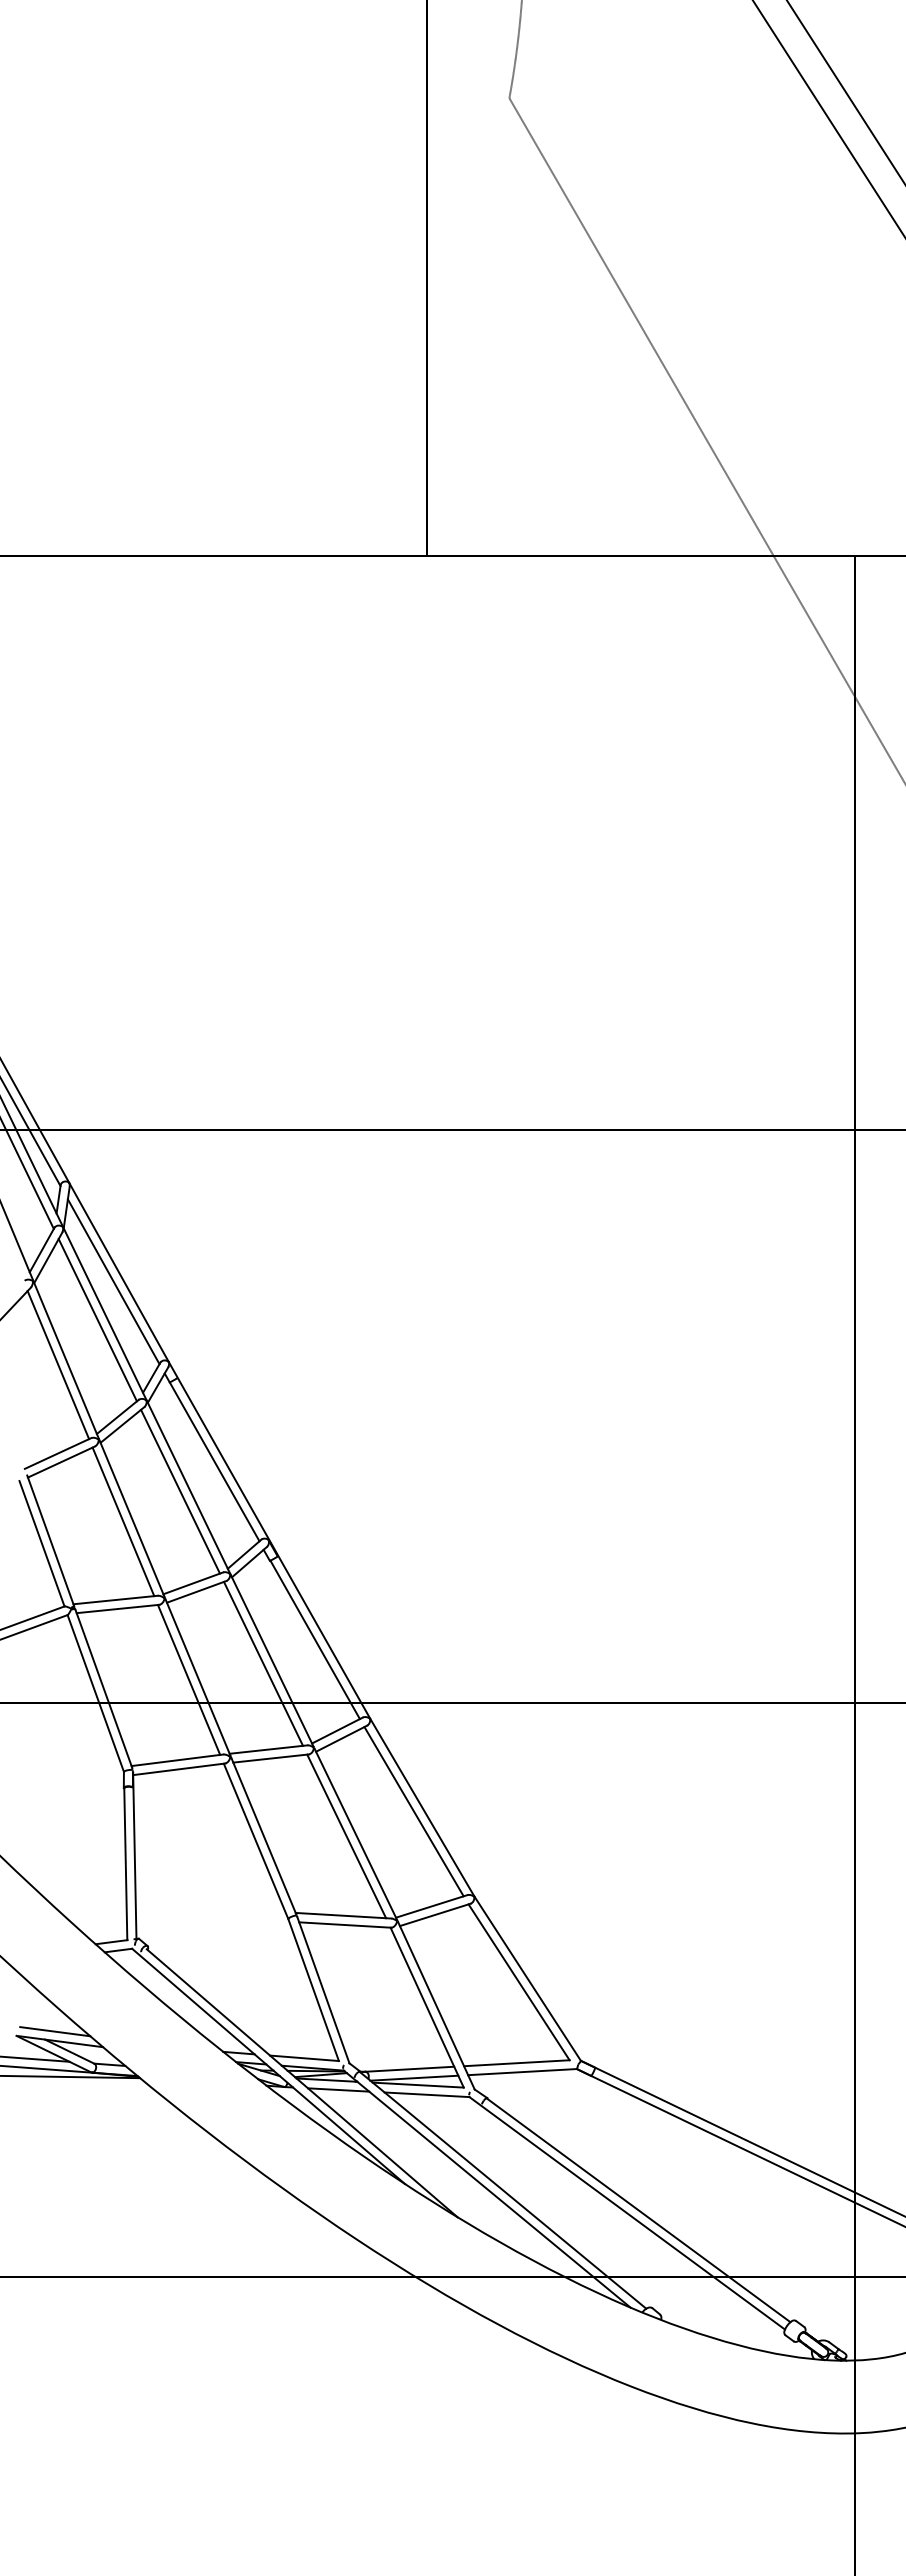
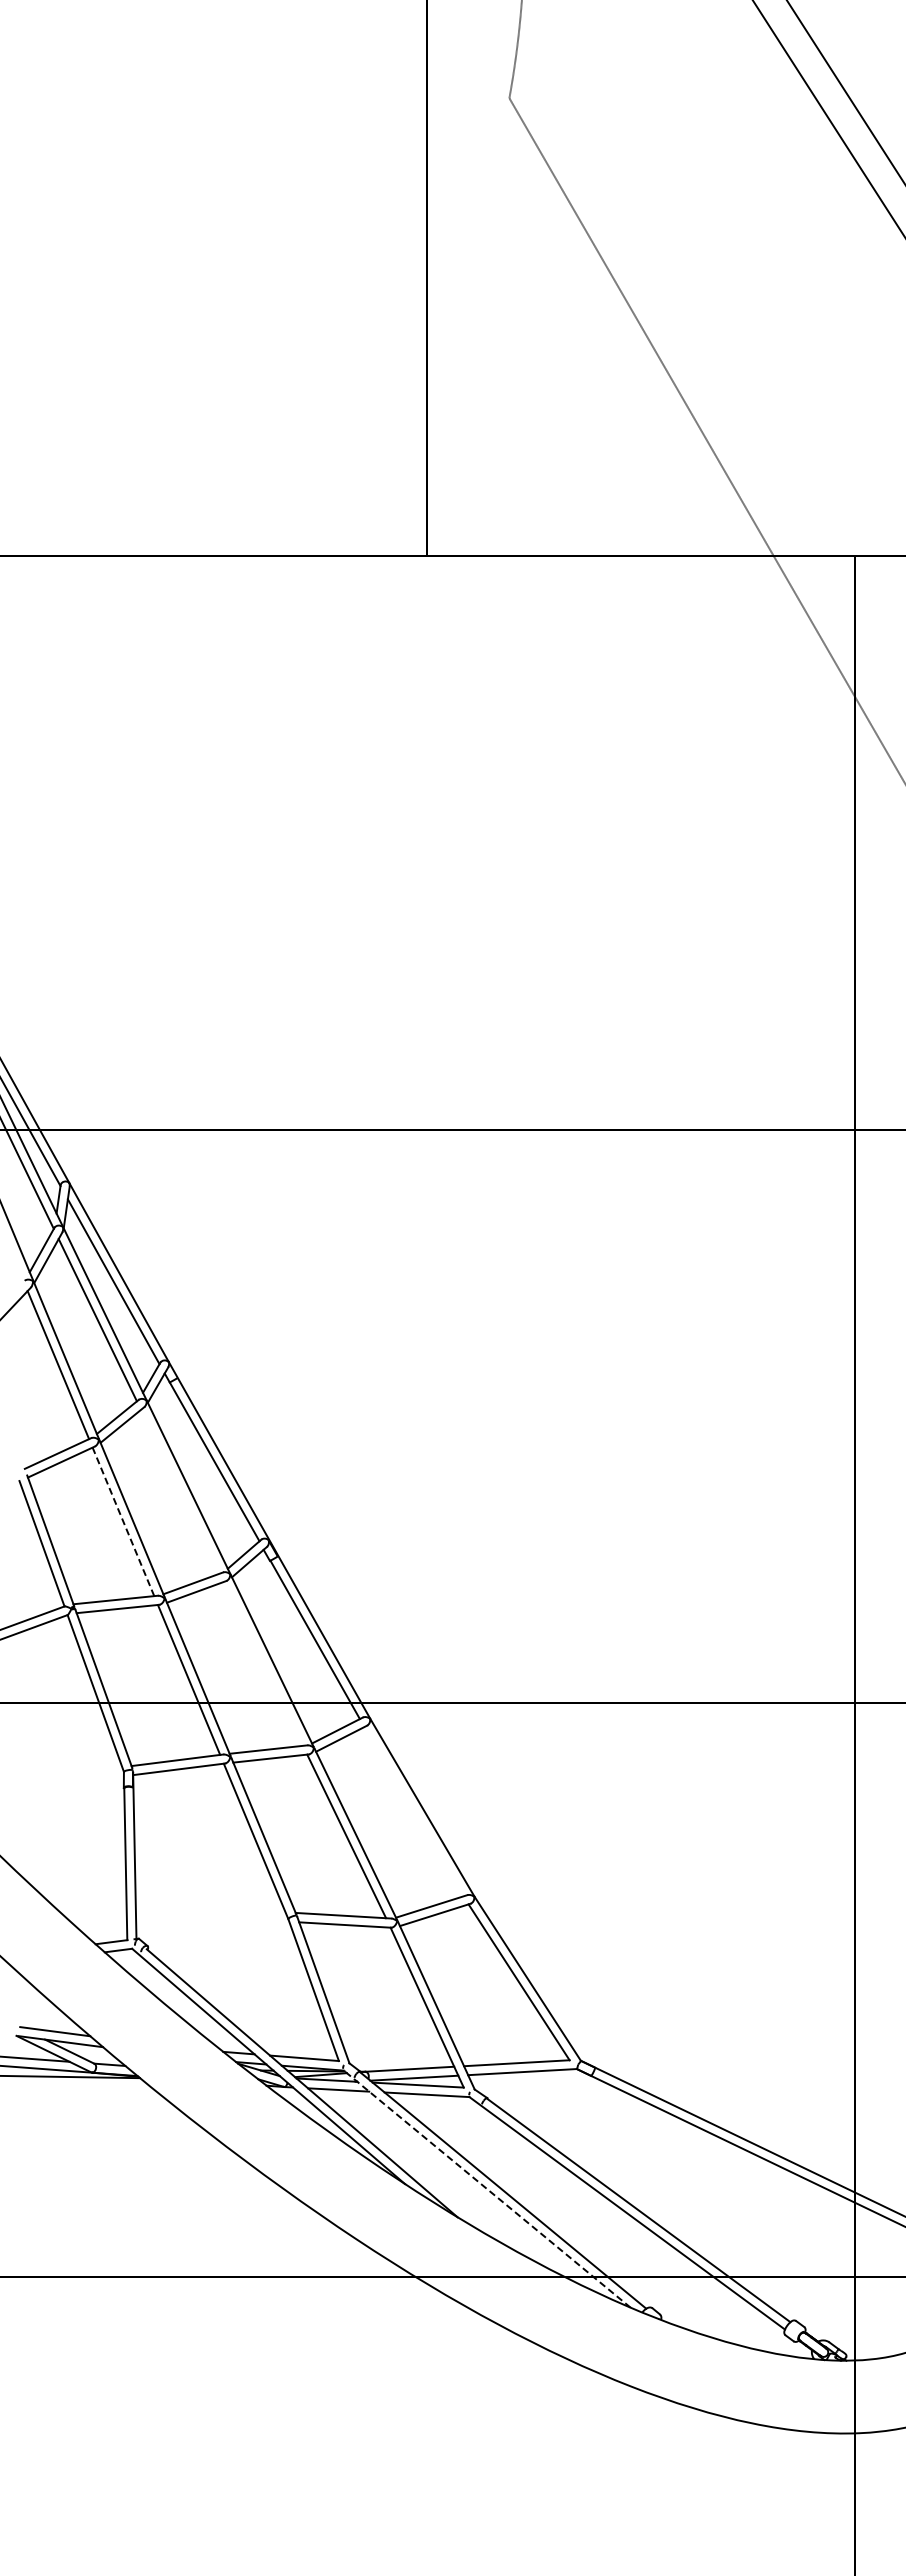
line at (180, 1491): present -> none
line at (123, 1521): solid -> dashed
line at (263, 1663): present -> none
line at (413, 1811): present -> none
line at (486, 2188): solid -> dashed
